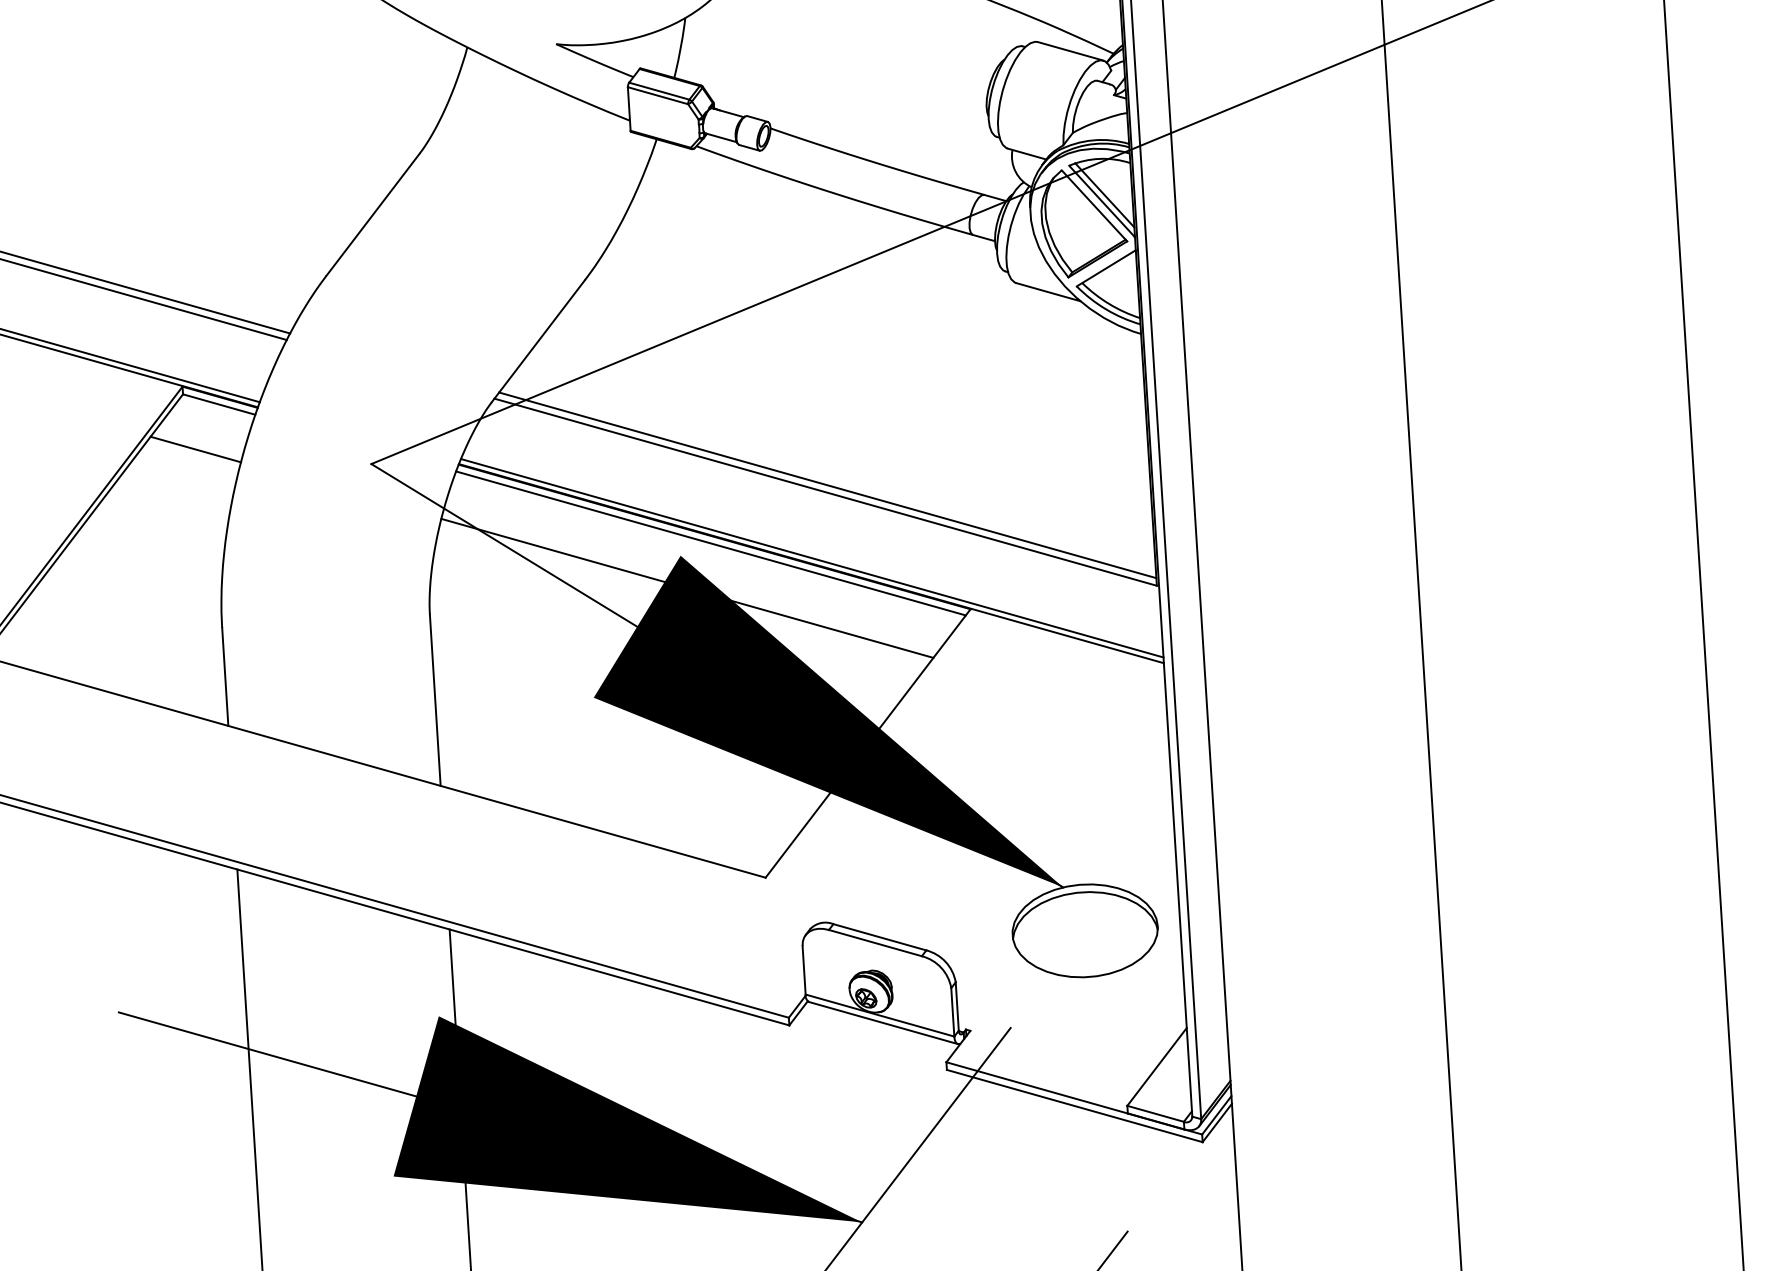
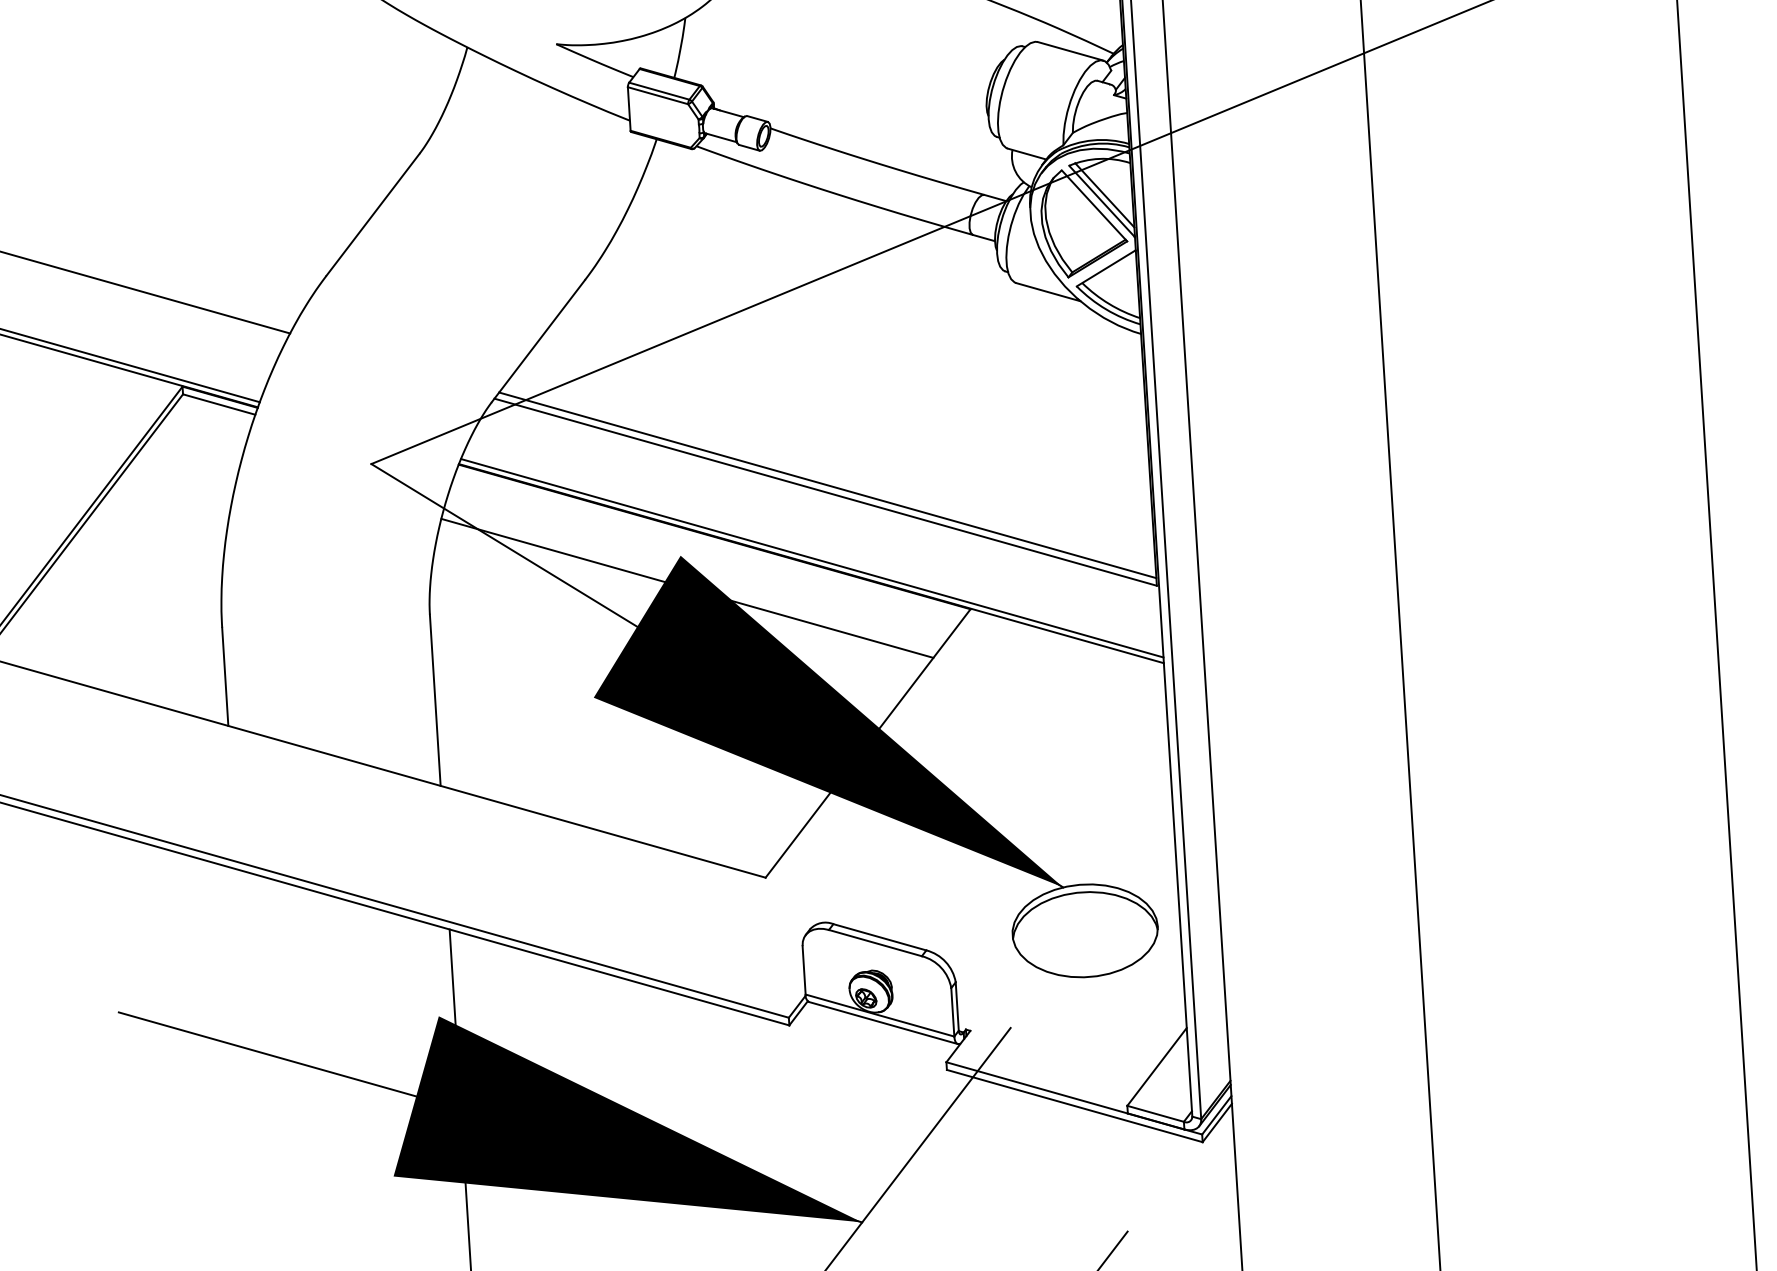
line at (144, 299): present -> none
line at (195, 449): present -> none
line at (710, 543): present -> none
line at (1421, 634) position: (1421, 634) -> (1400, 634)
line at (1703, 634) position: (1703, 634) -> (1716, 634)
line at (249, 1068): present -> none
